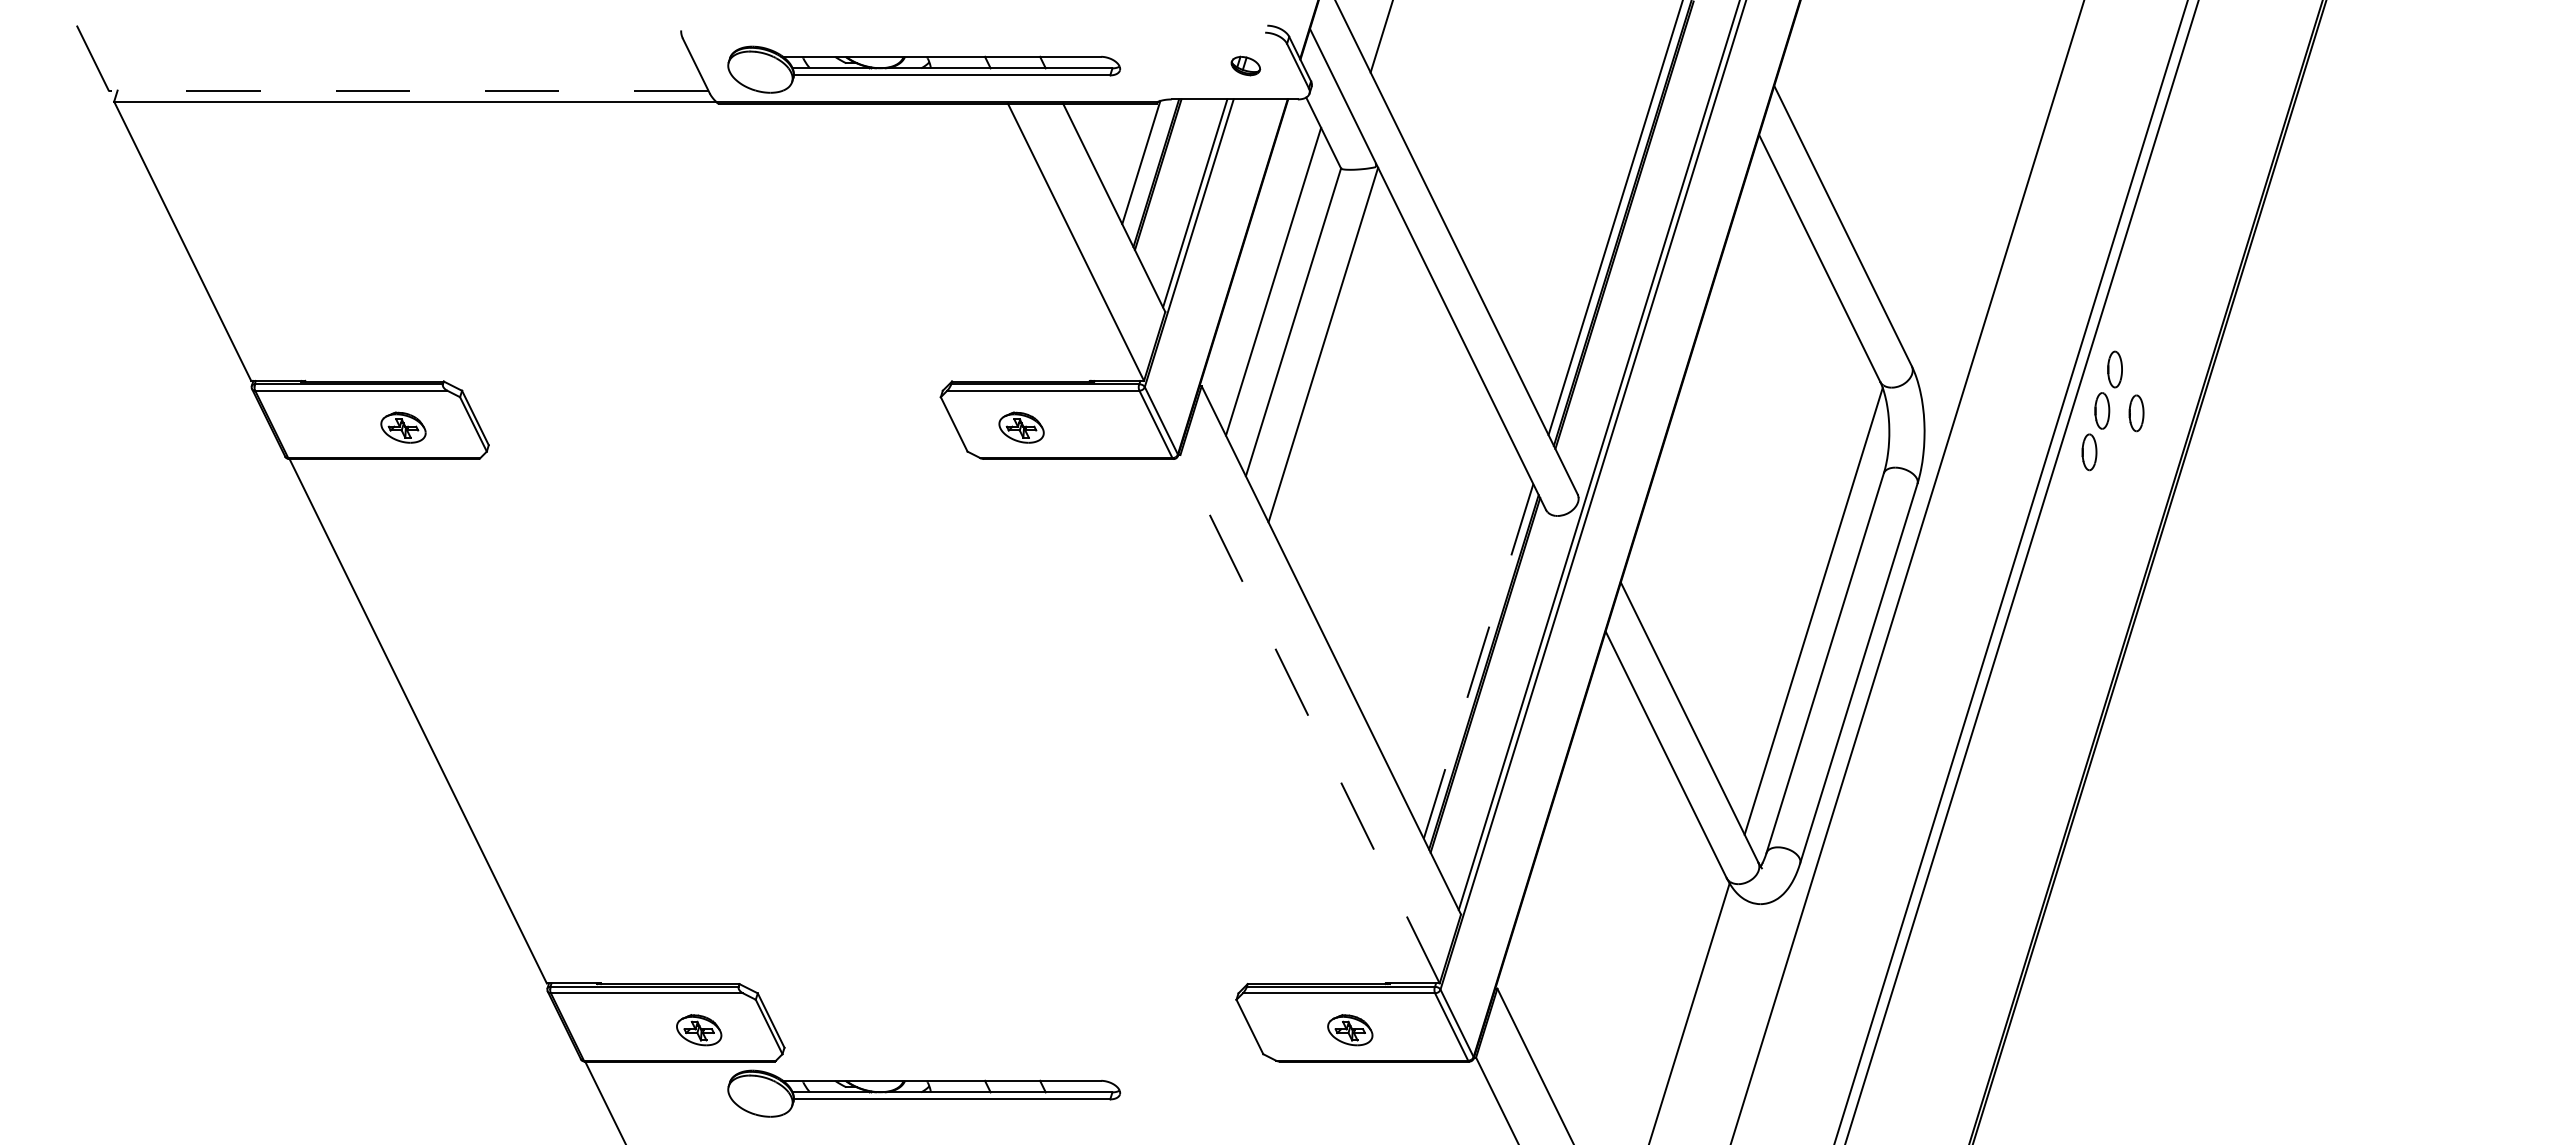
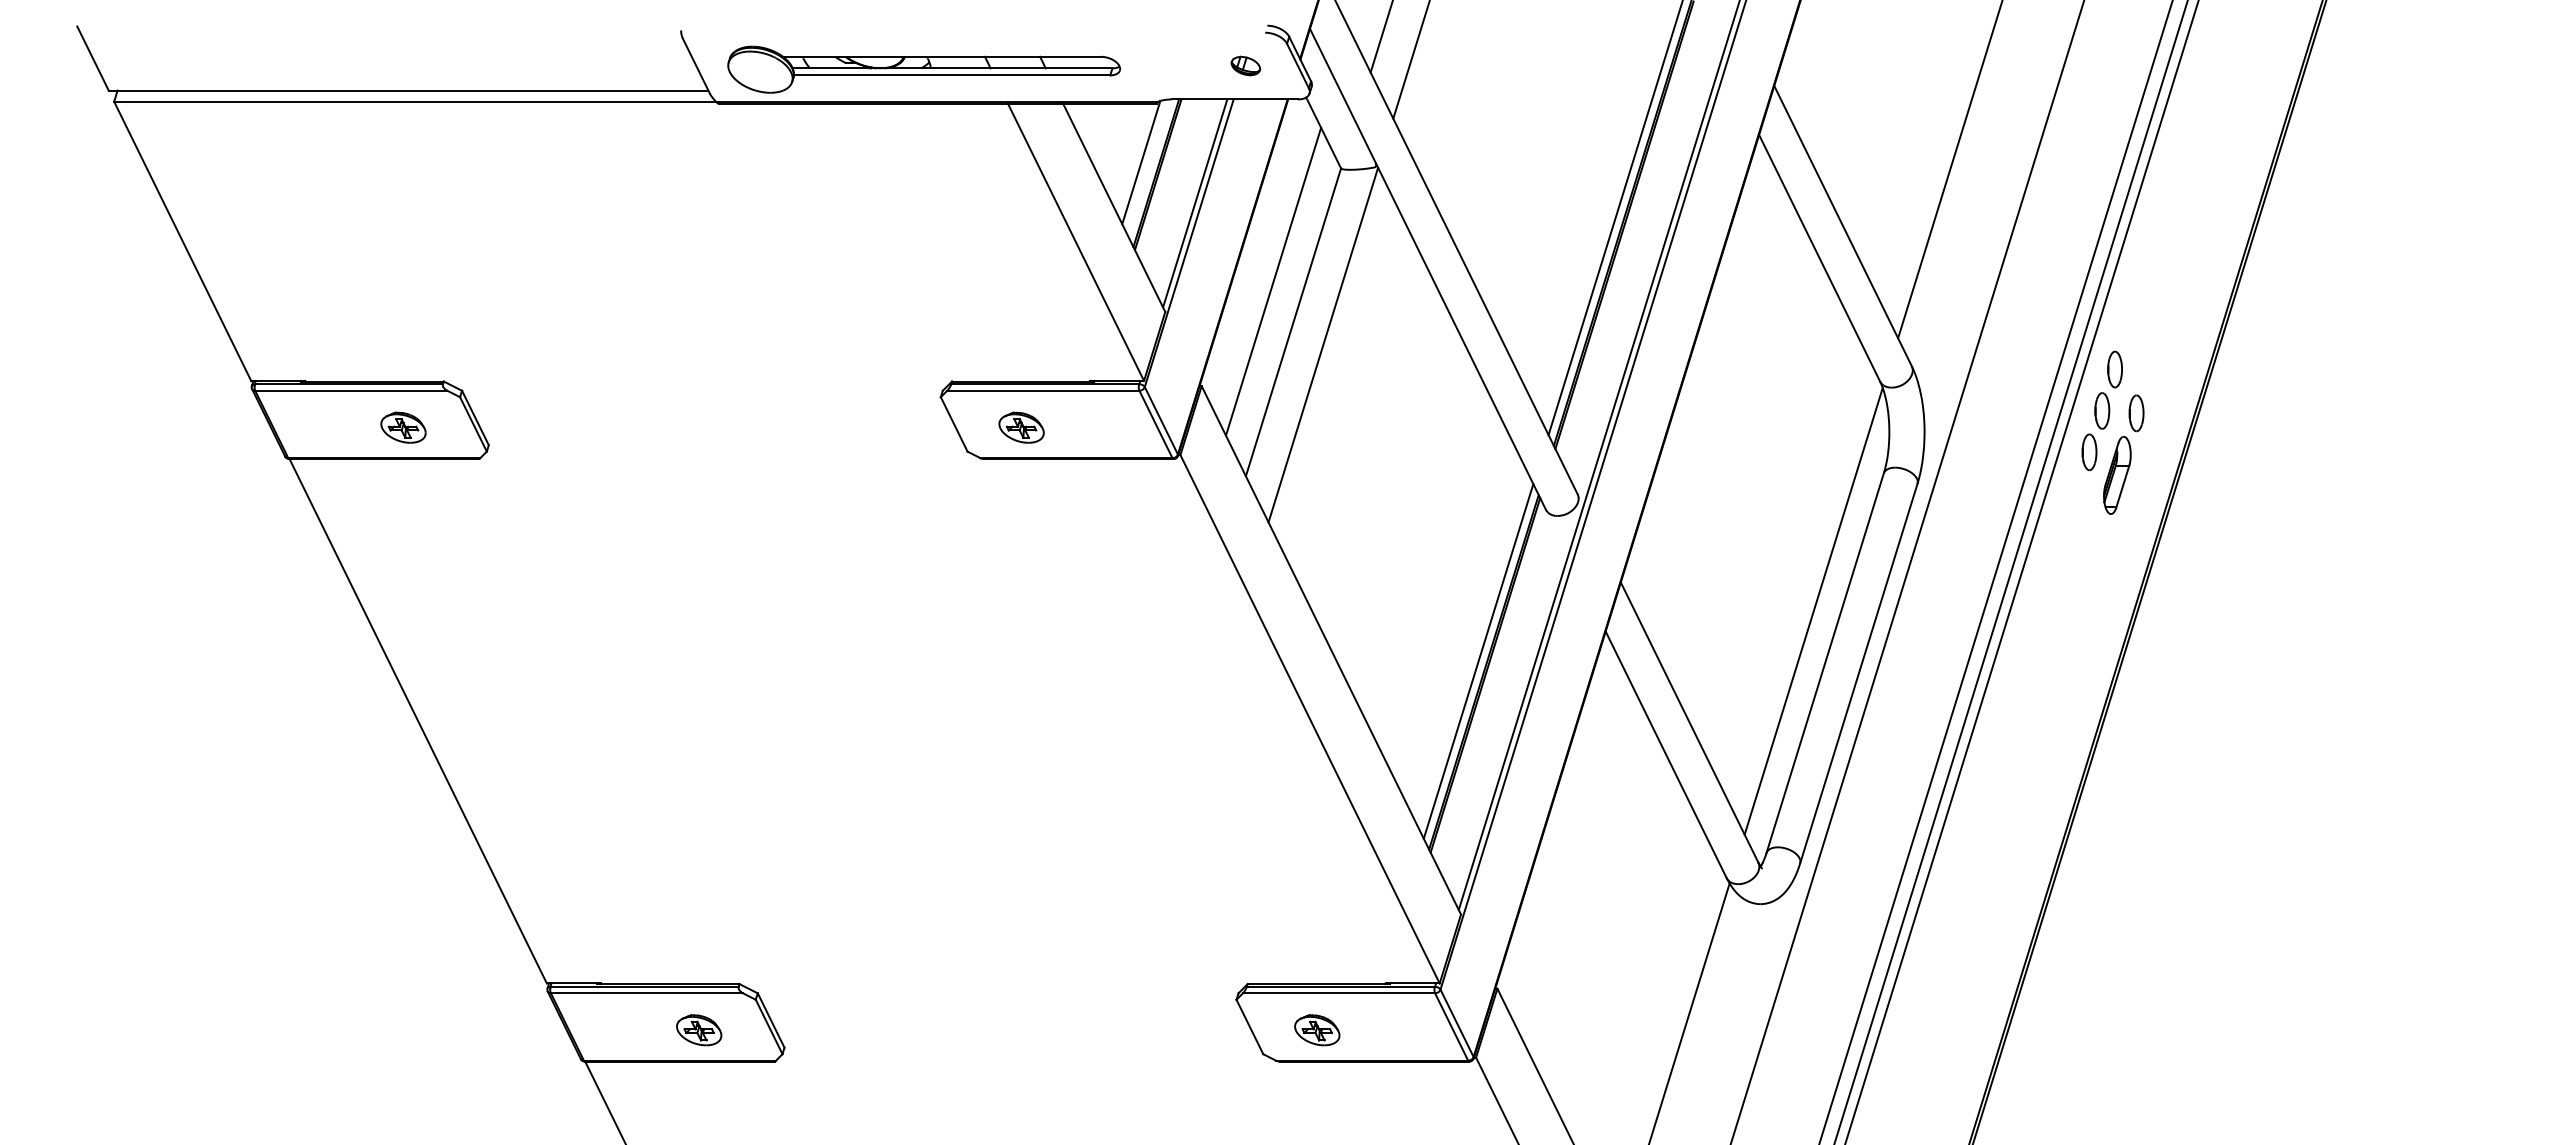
line at (1411, 60): none -> present
line at (408, 90): dashed -> solid
line at (1949, 170): none -> present
part at (2117, 475): none -> present
line at (1996, 571): none -> present
line at (1478, 661): dashed -> solid
line at (1309, 718): dashed -> solid
part at (1350, 1030) position: (1350, 1030) -> (1317, 1030)
part at (924, 1093): present -> none
